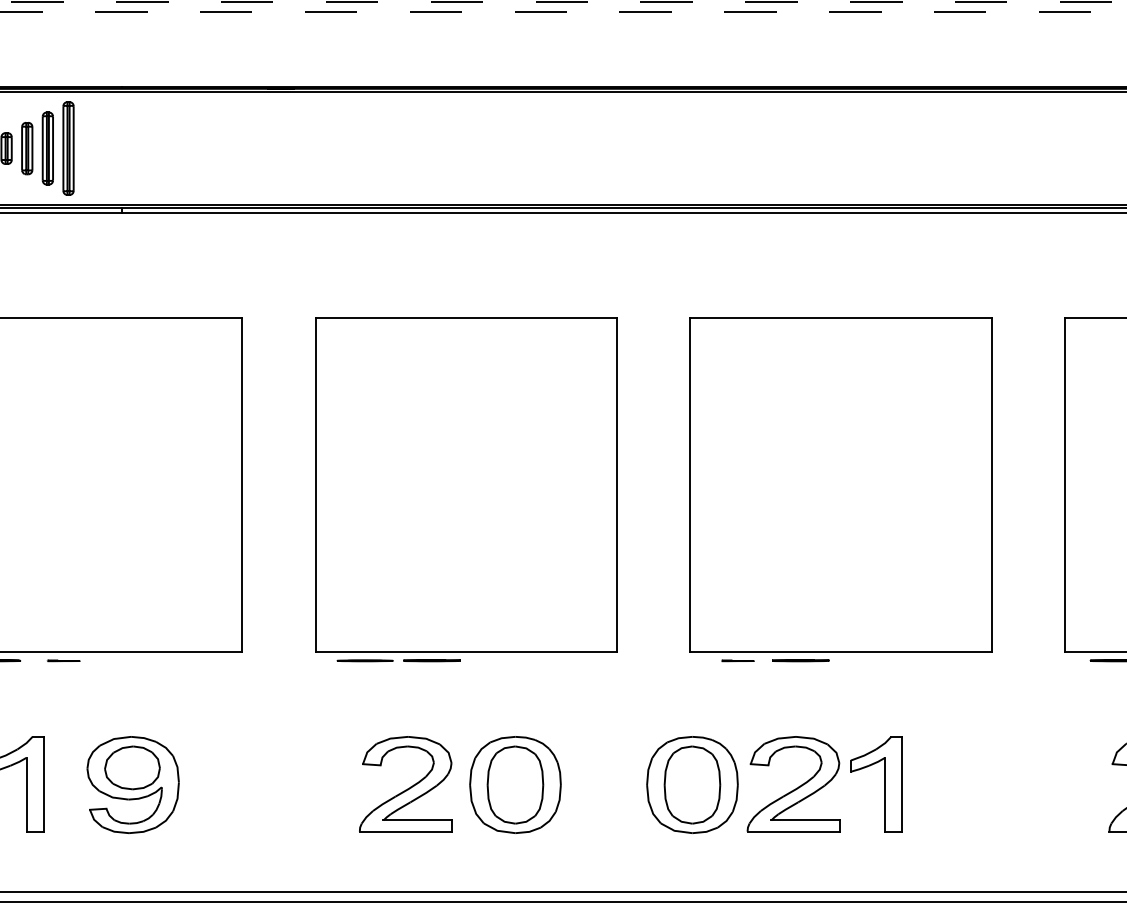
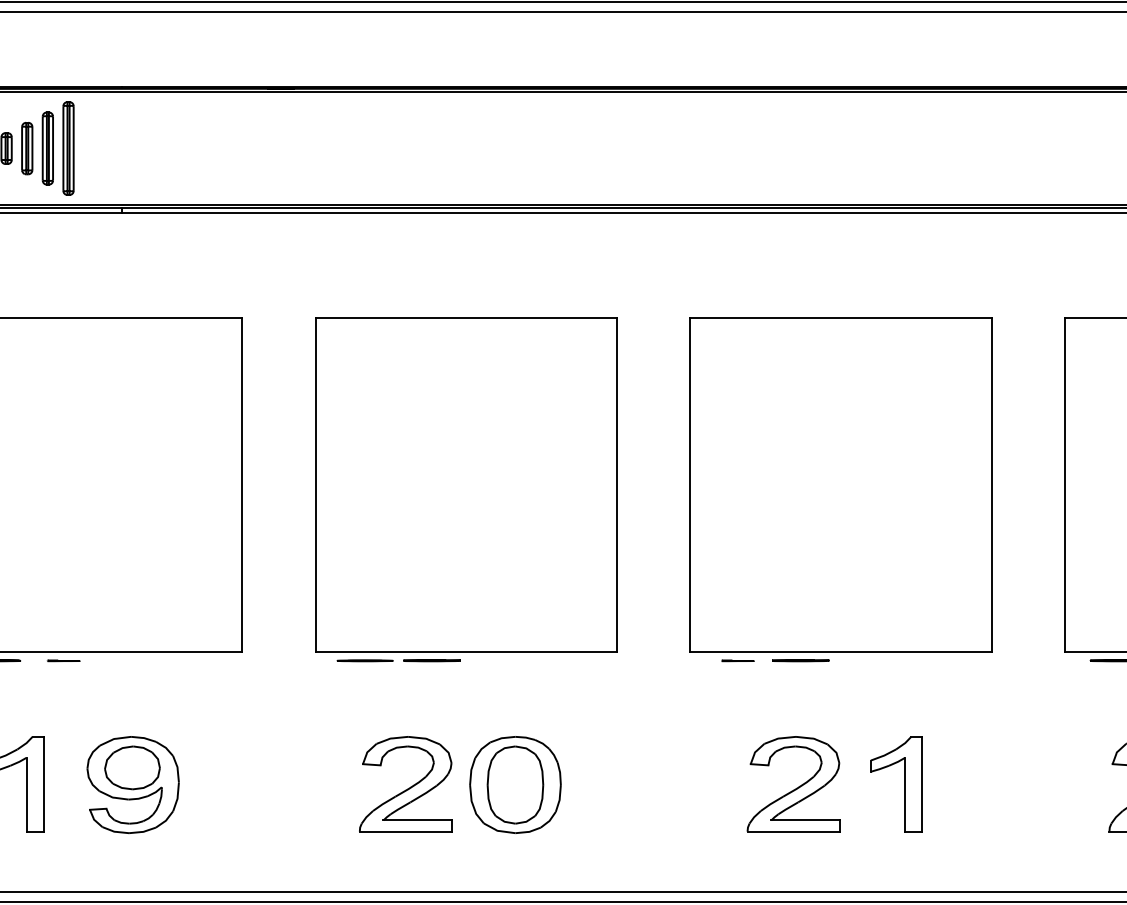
line at (563, 2): dashed -> solid
line at (563, 12): dashed -> solid
part at (692, 784): present -> none
part at (884, 784) position: (884, 784) -> (904, 784)
